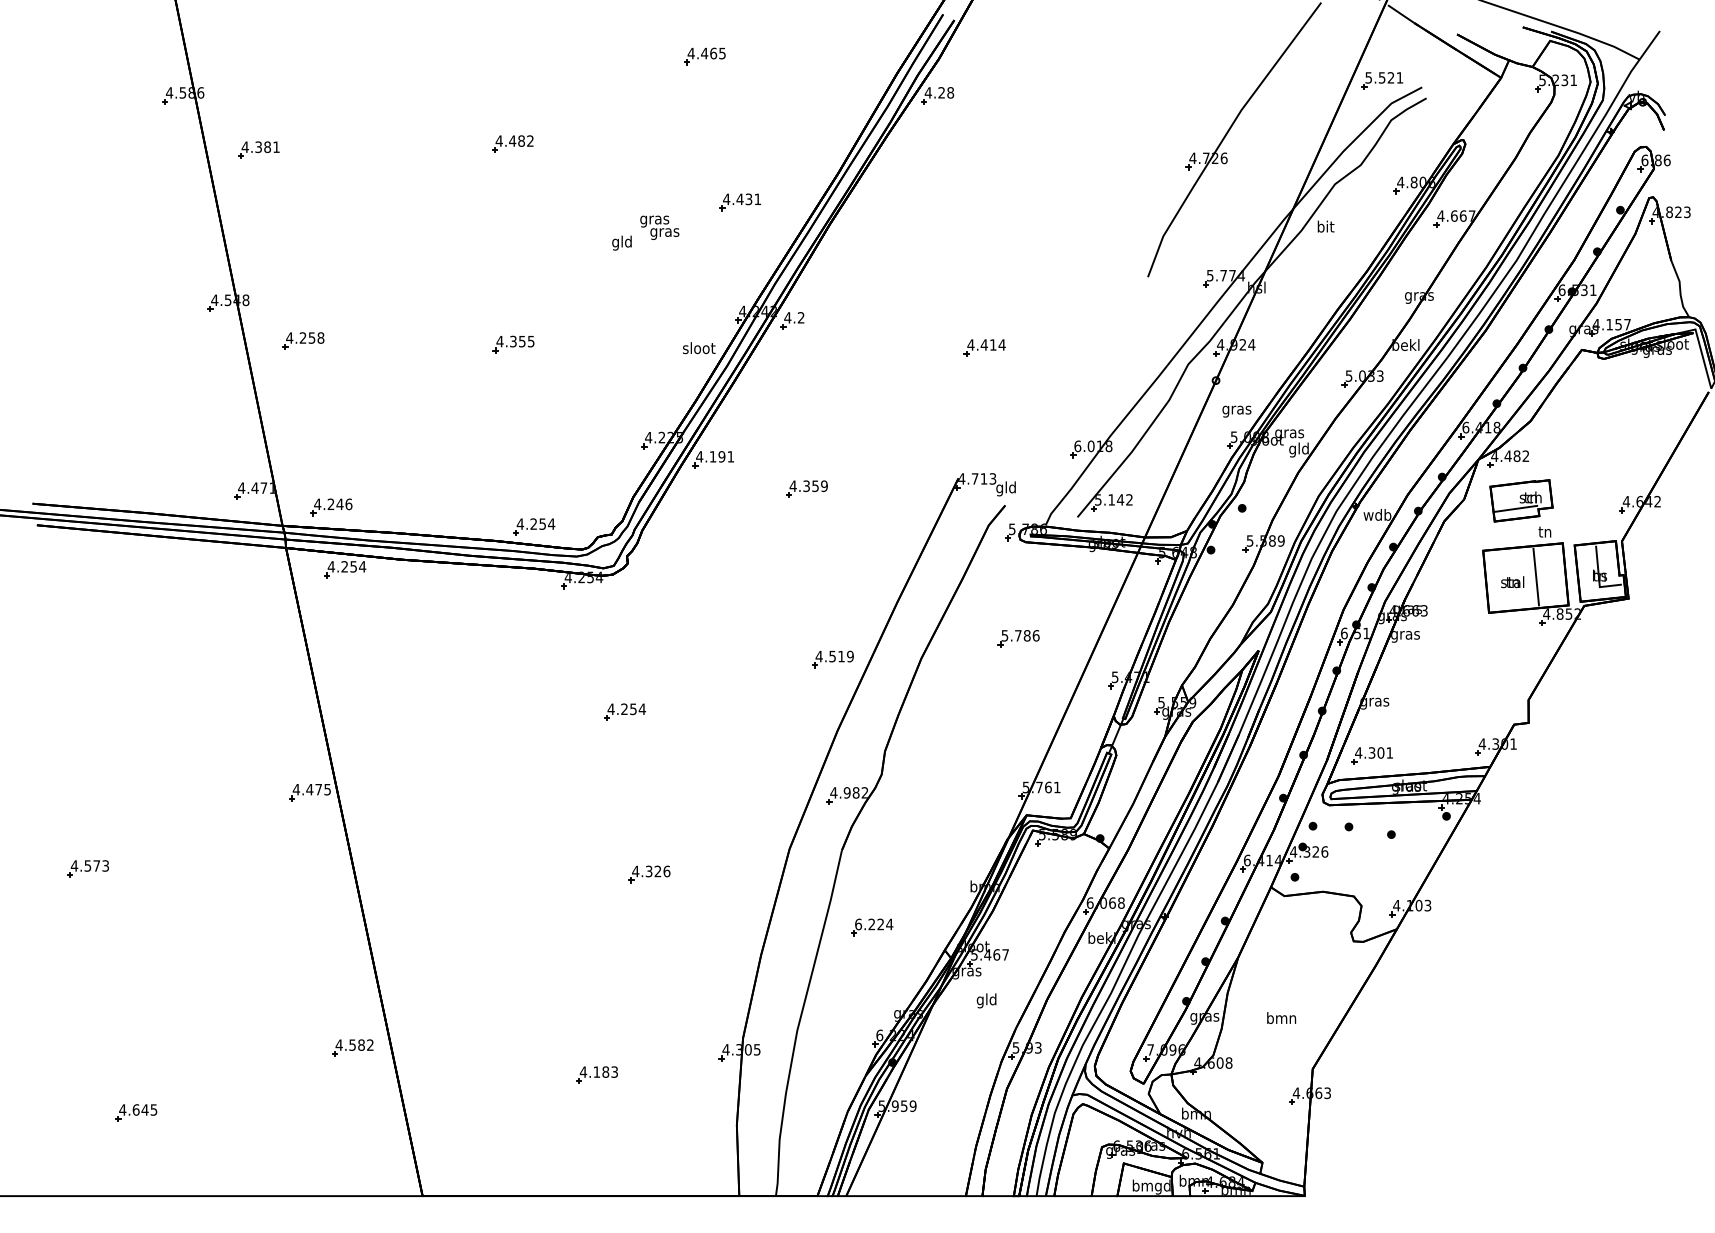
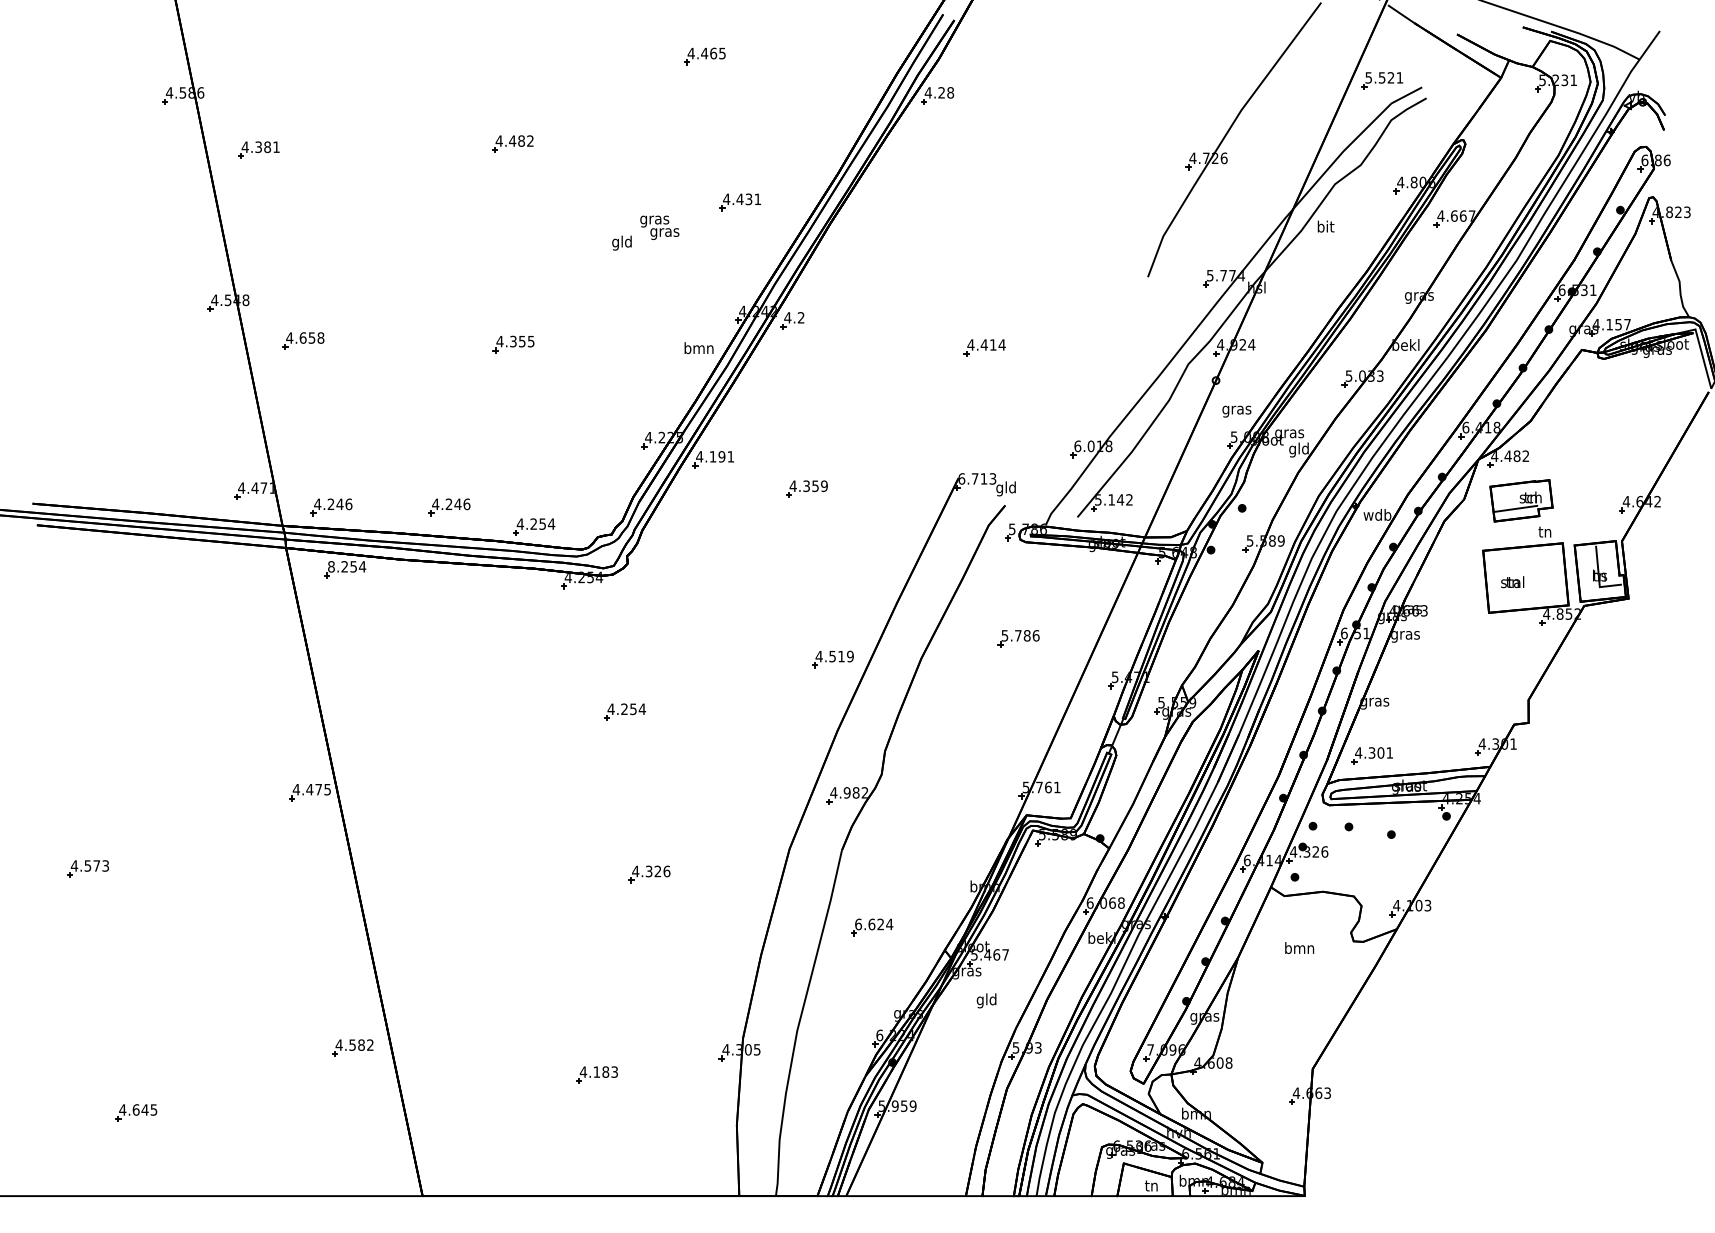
text at (302, 337): 4.258 -> 4.658
text at (699, 348): sloot -> bmn
text at (961, 478): 4.713 -> 6.713
part at (449, 507): none -> present
text at (331, 566): 4.254 -> 8.254
line at (1535, 576): present -> none
text at (871, 924): 6.224 -> 6.624
text at (1281, 1017) position: (1281, 1017) -> (1299, 947)
text at (1151, 1186): bmgd -> tn
